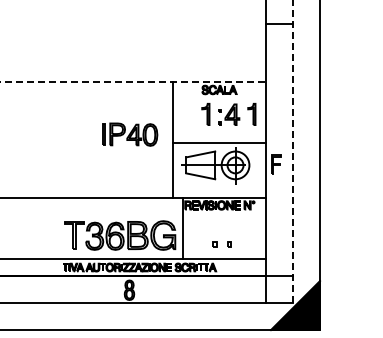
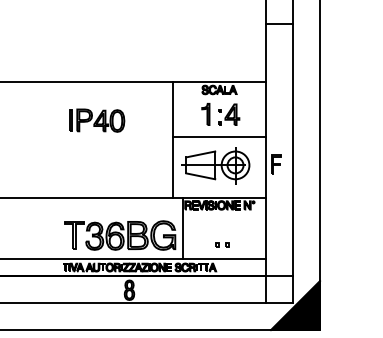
line at (133, 82): dashed -> solid
part at (251, 114): present -> none
part at (130, 134) position: (130, 134) -> (97, 120)
line at (218, 143) position: (218, 143) -> (218, 137)
line at (292, 150): dashed -> solid
part at (221, 244) size: 20x7 px -> 15x6 px
